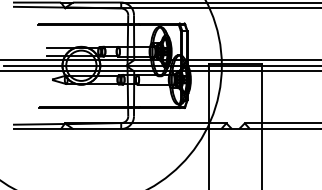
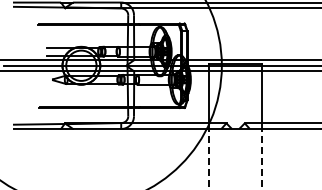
line at (208, 158): solid -> dashed
line at (262, 158): solid -> dashed
